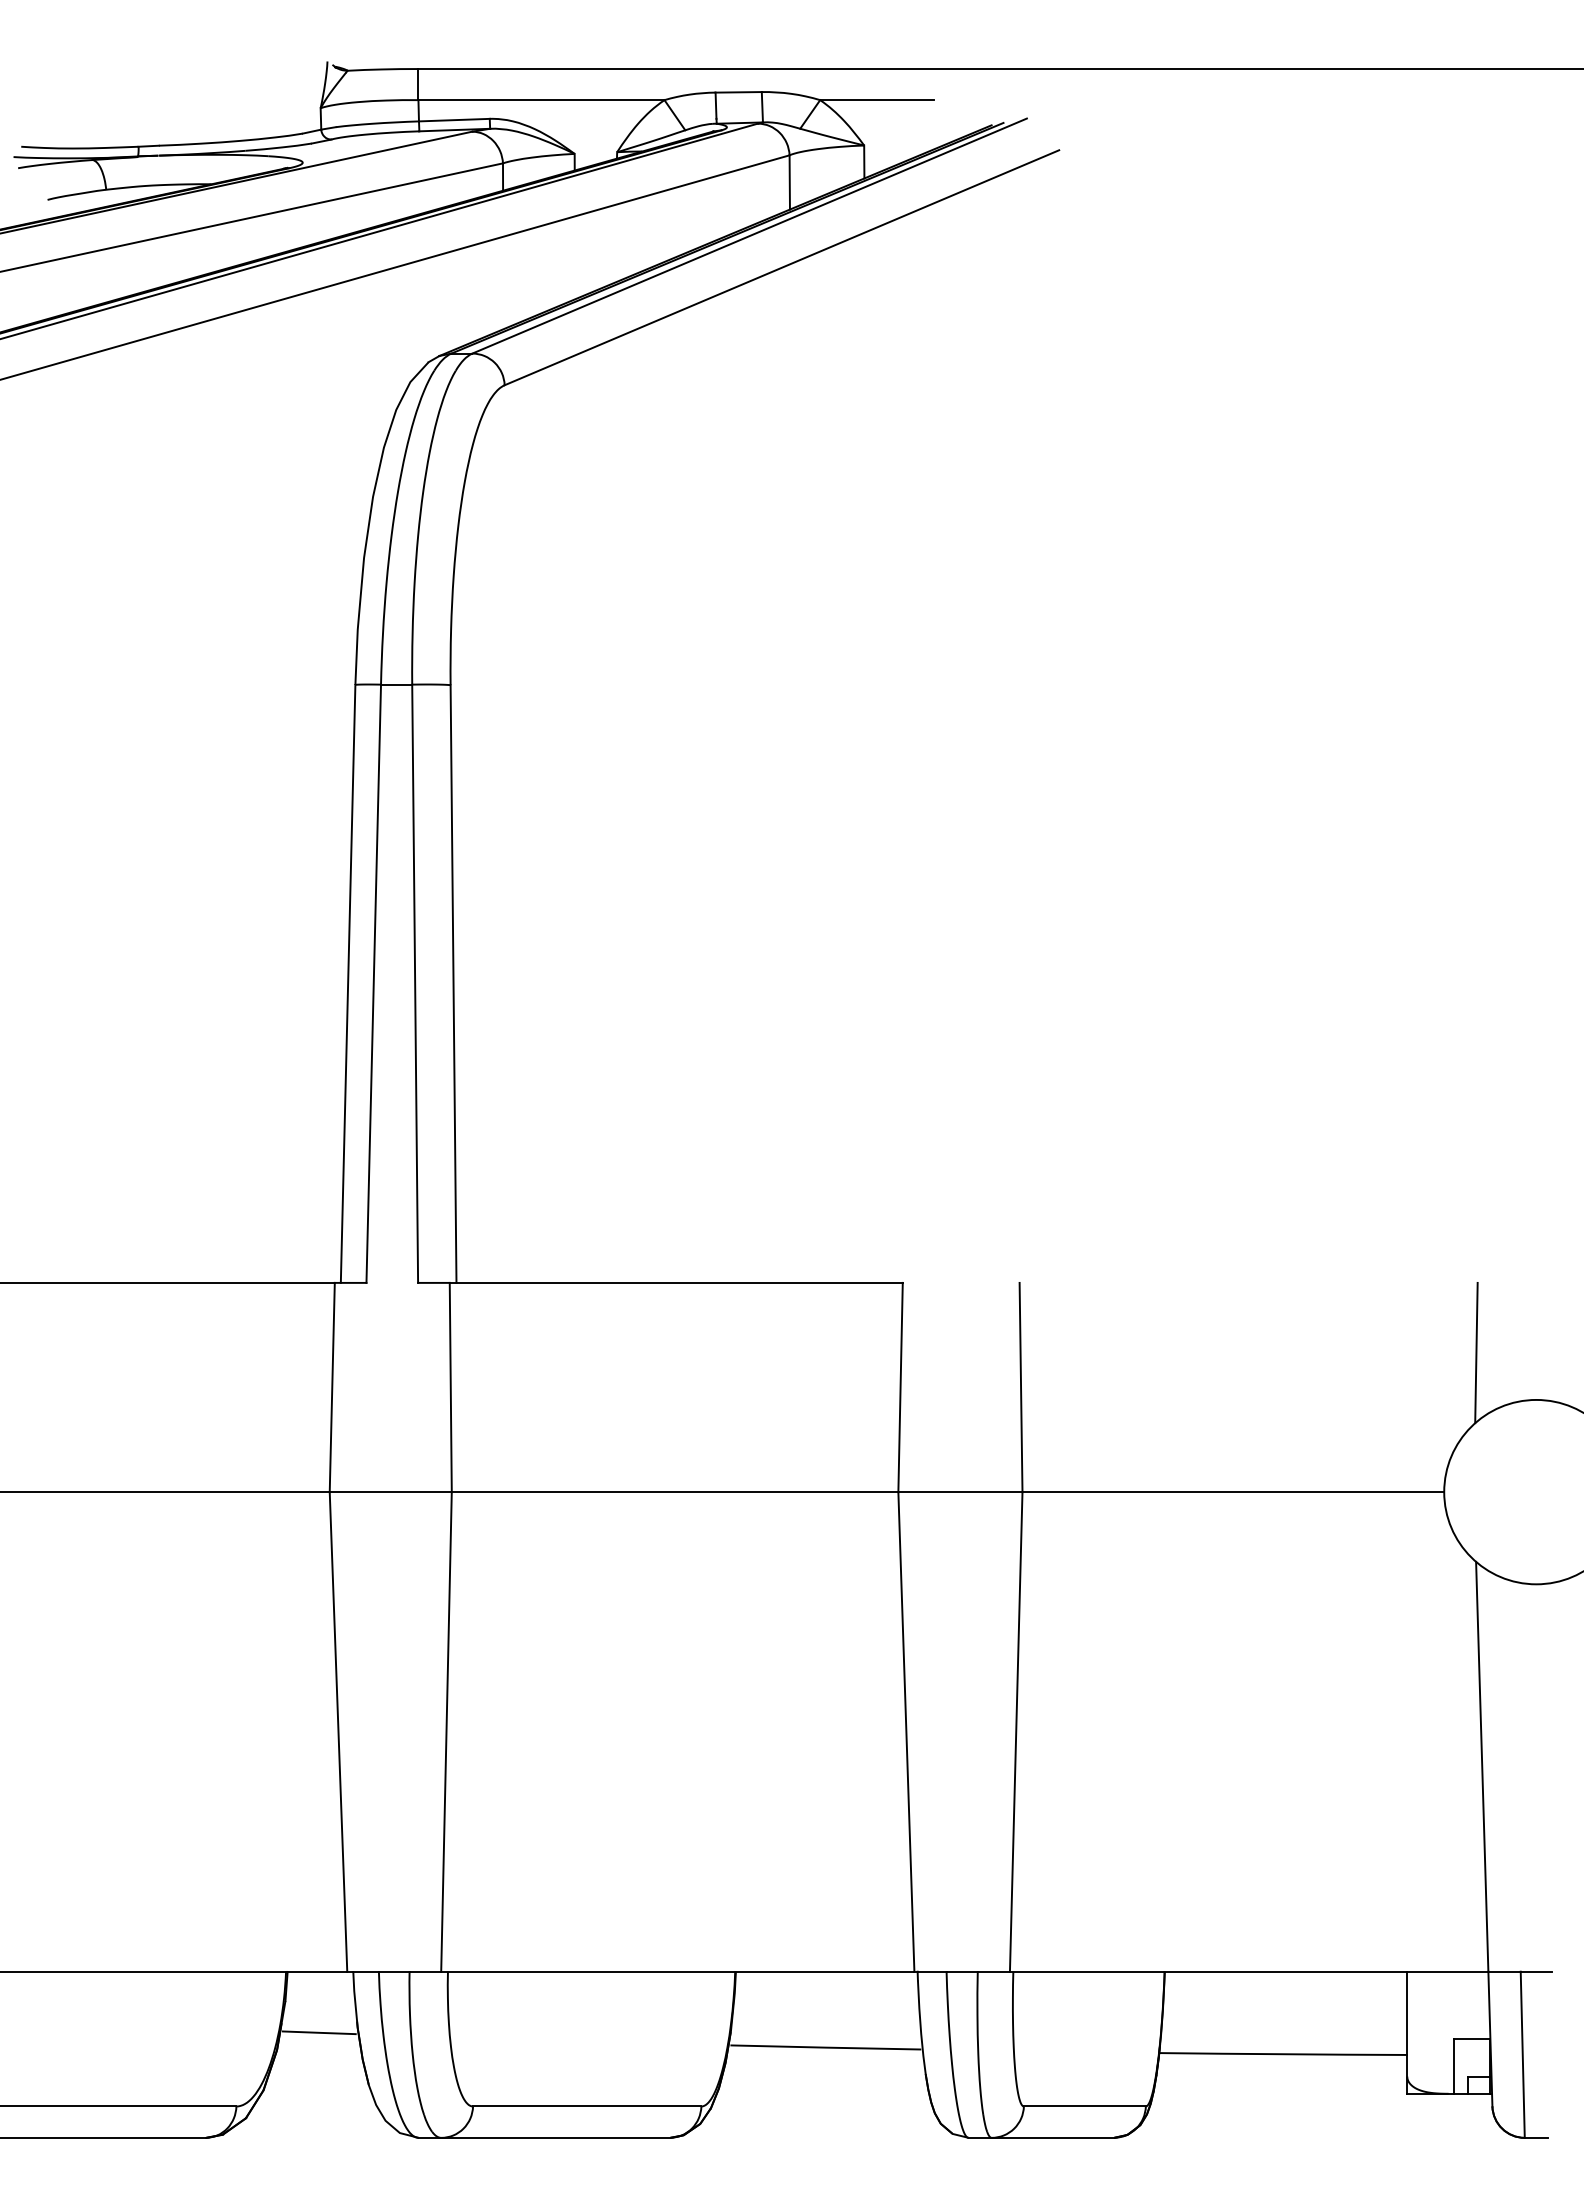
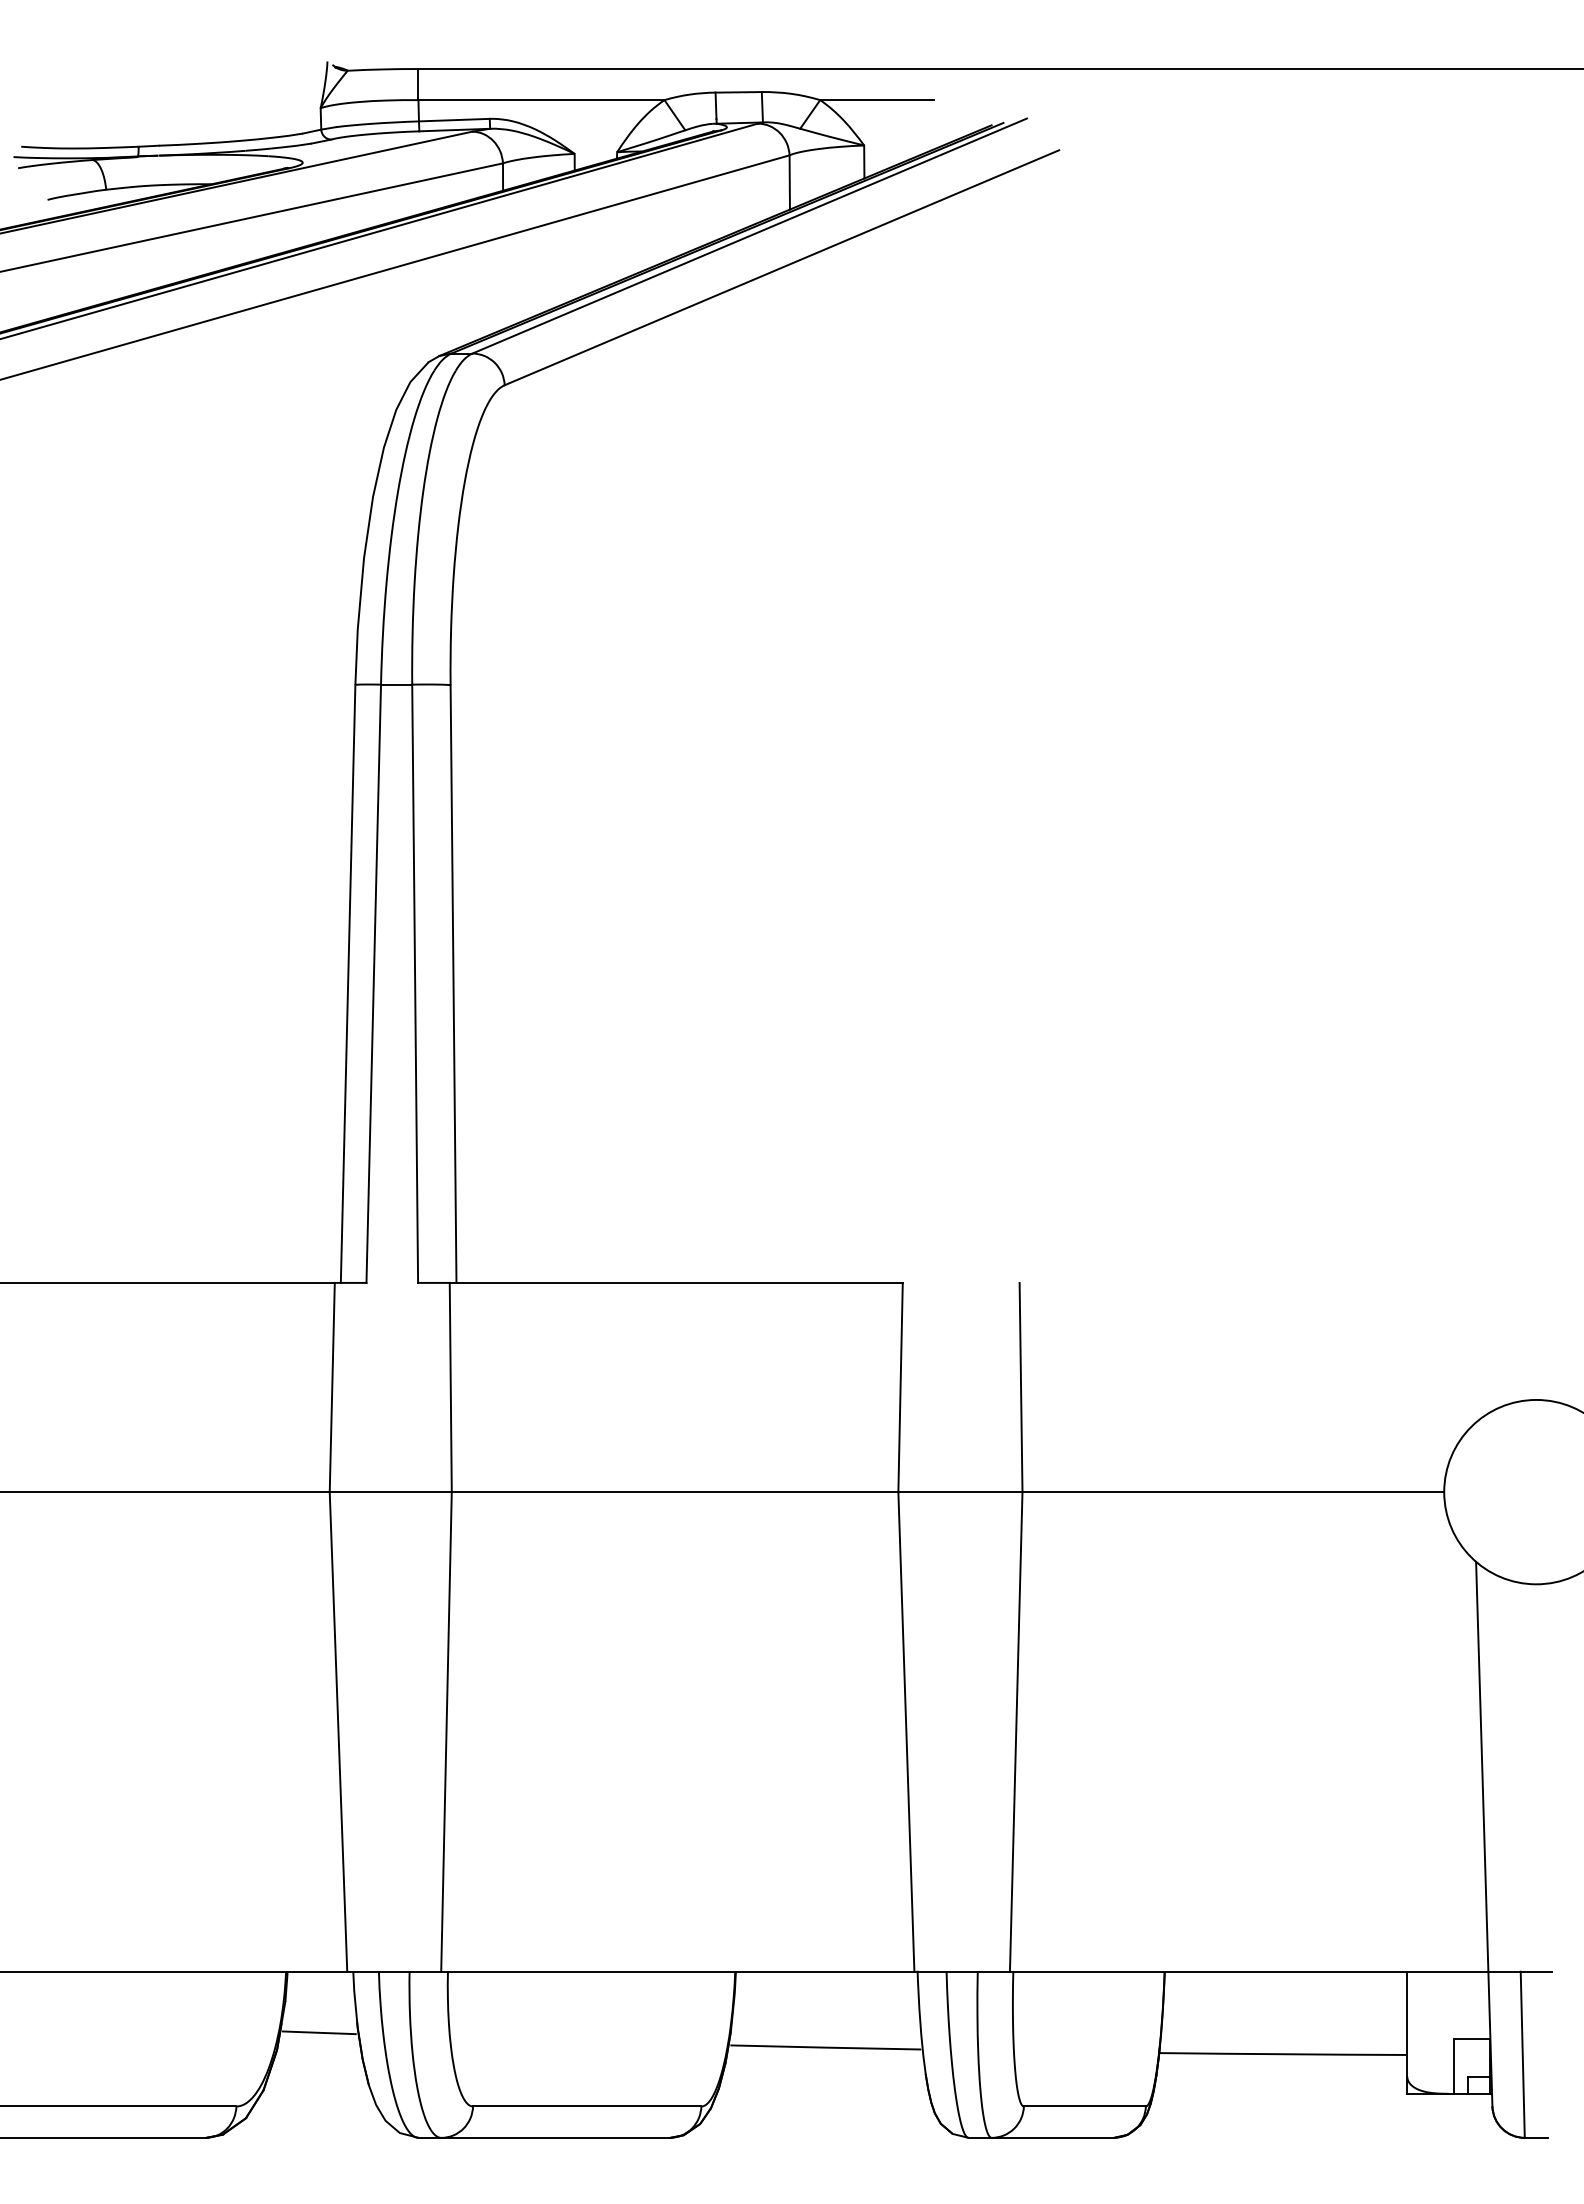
line at (1476, 1352): present -> none
